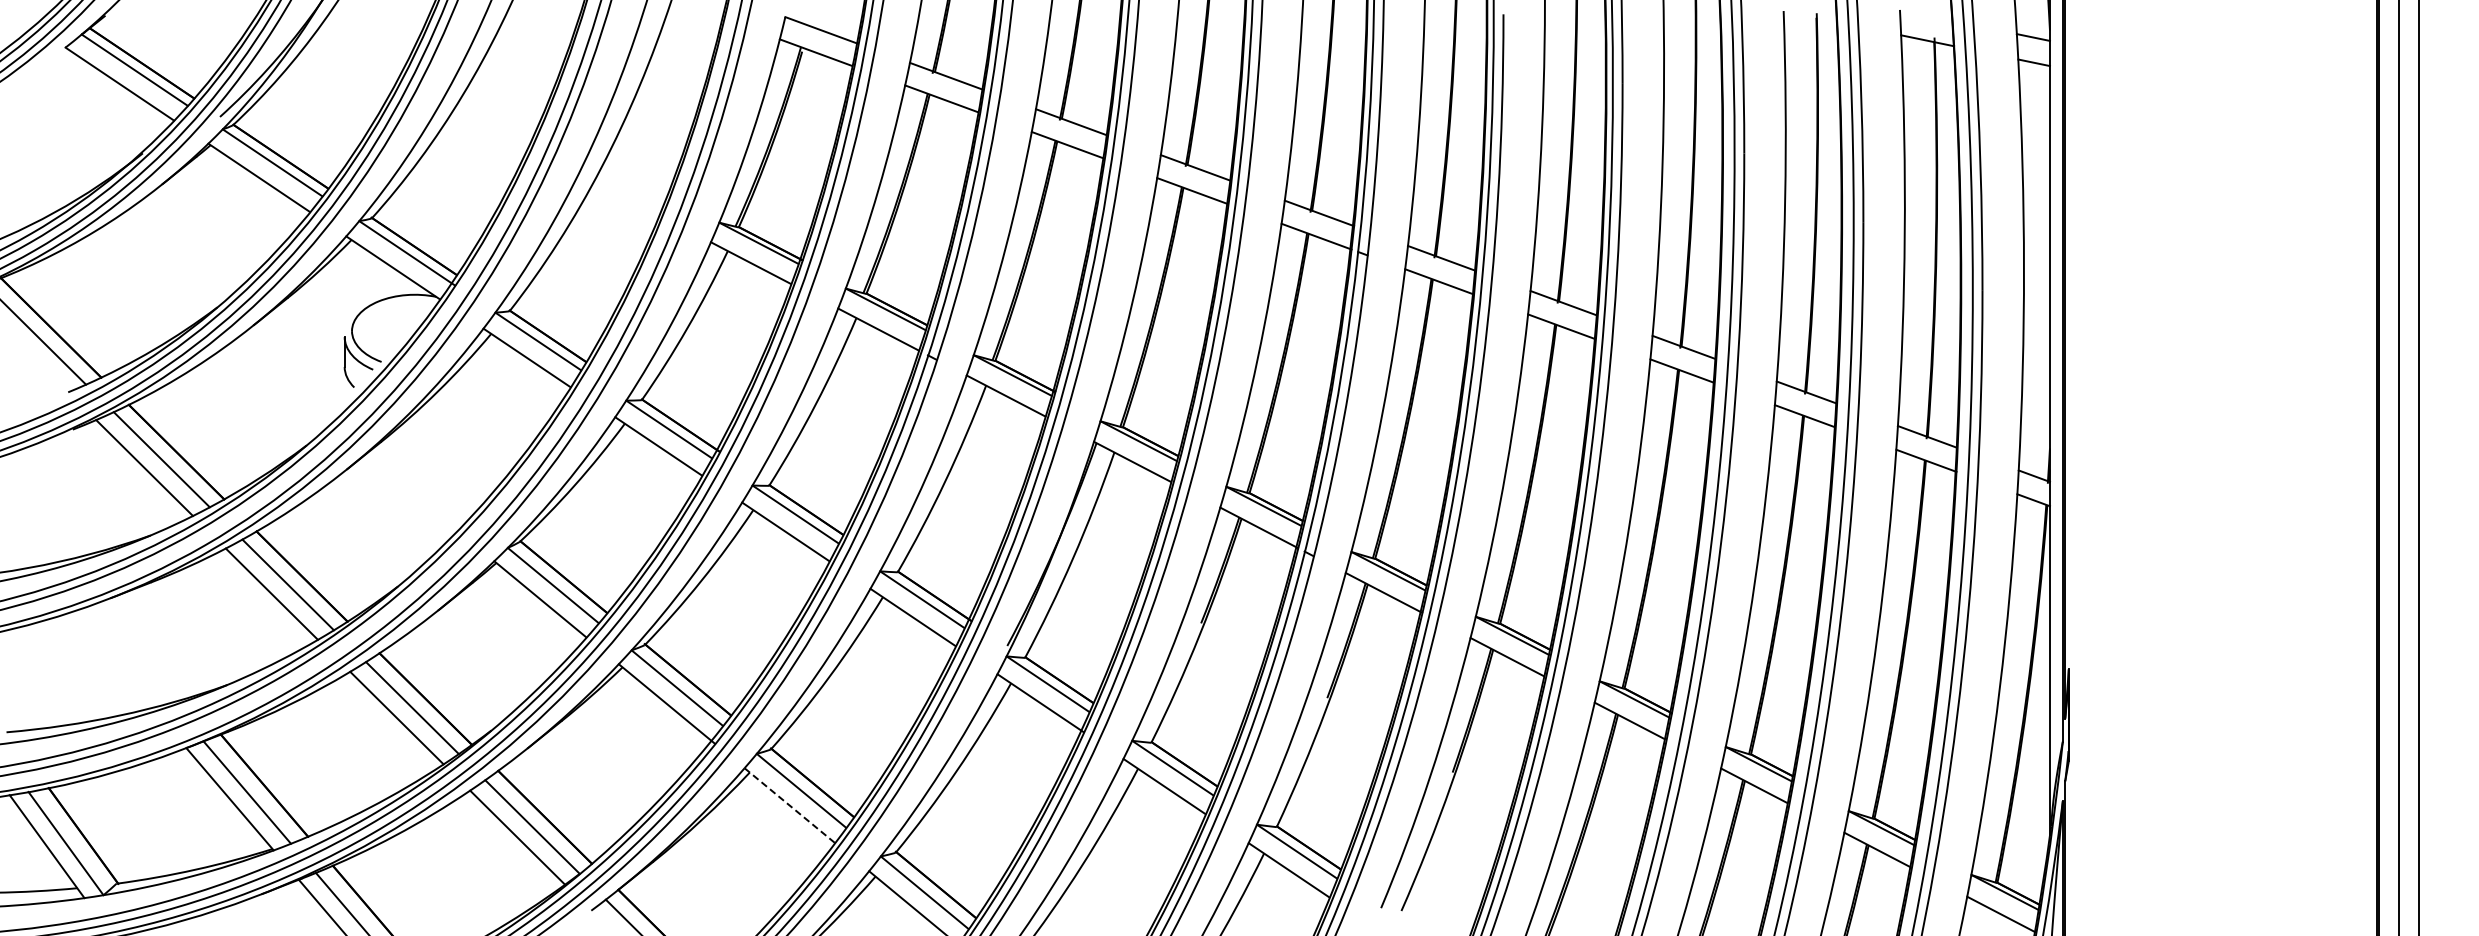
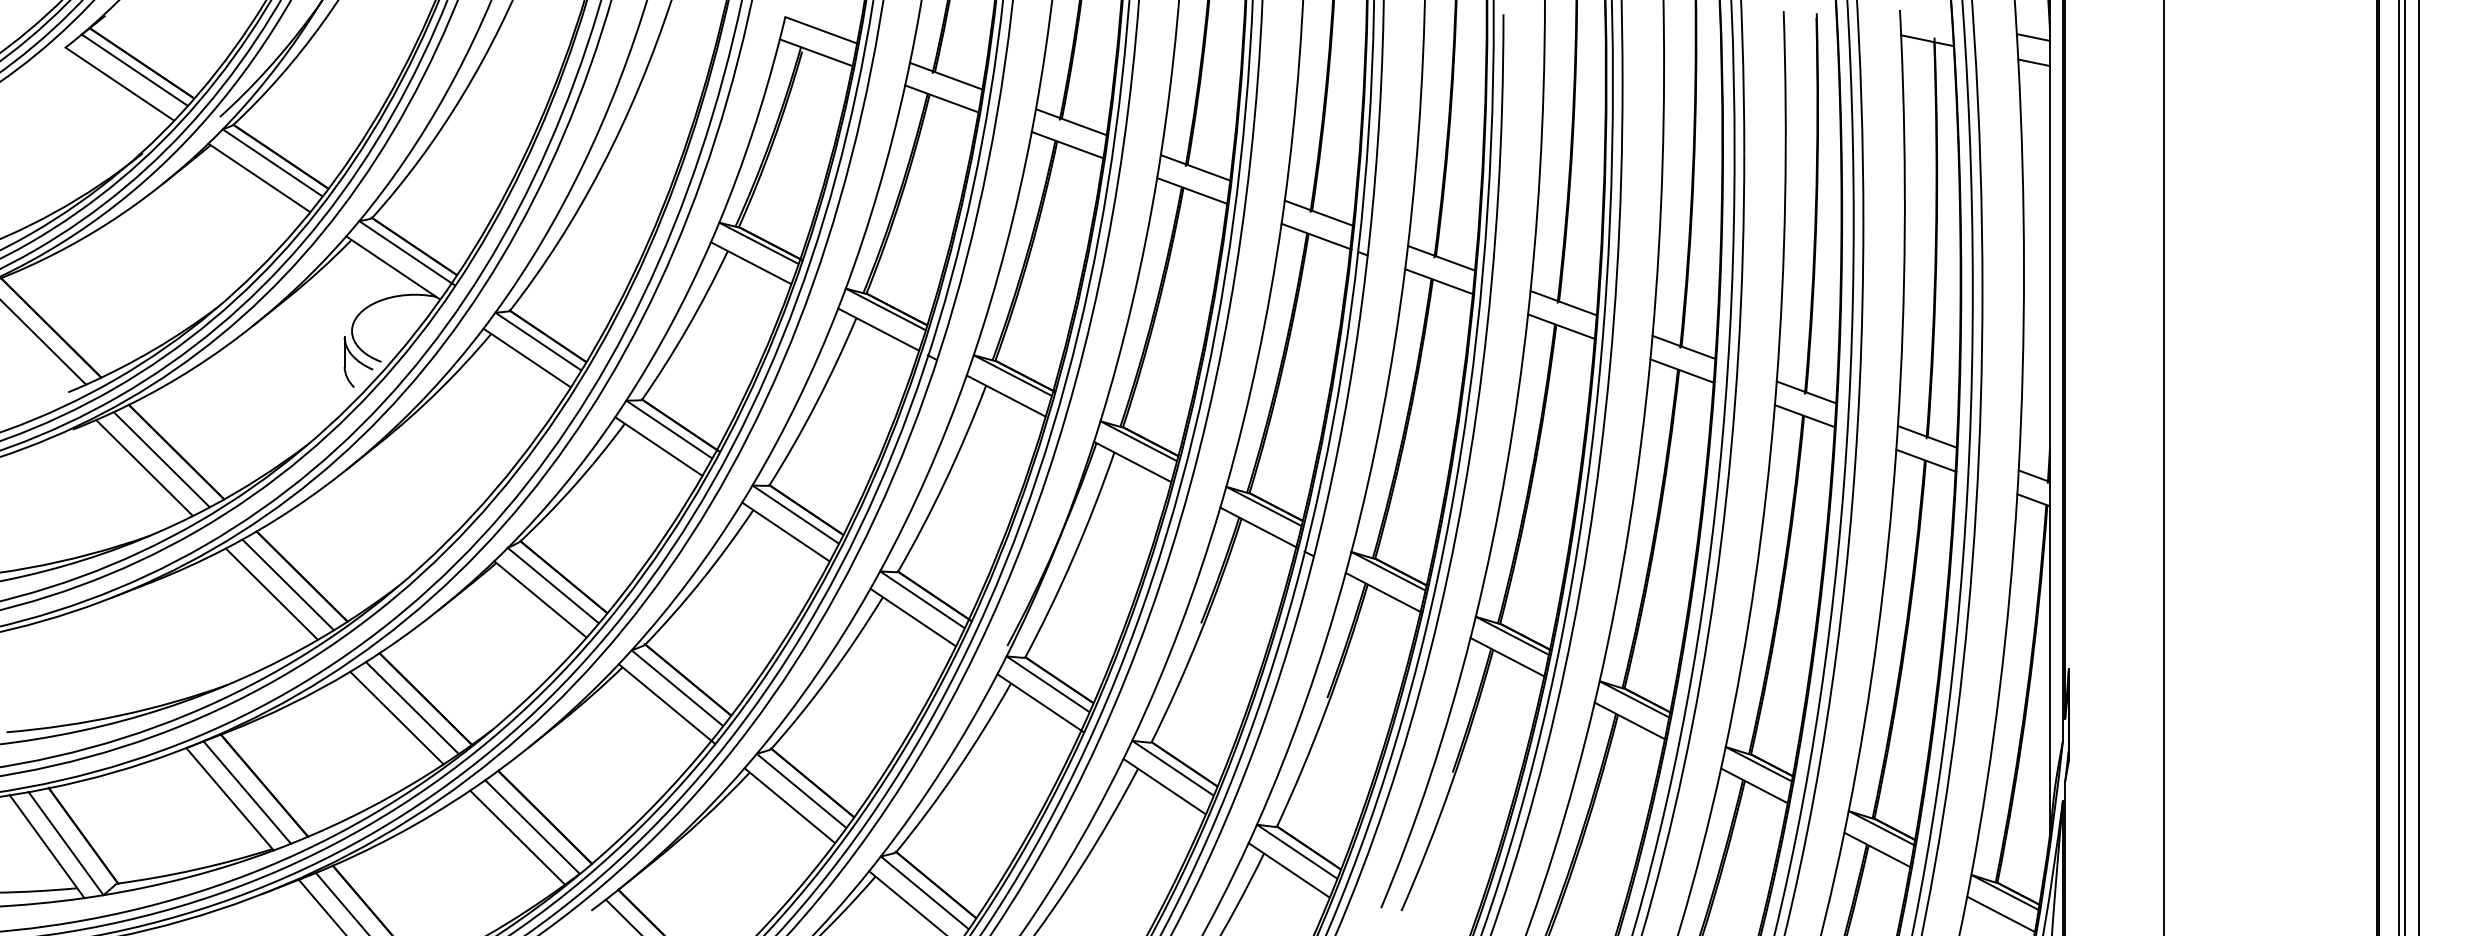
line at (2164, 467): none -> present
line at (2404, 467): none -> present
line at (789, 805): dashed -> solid
